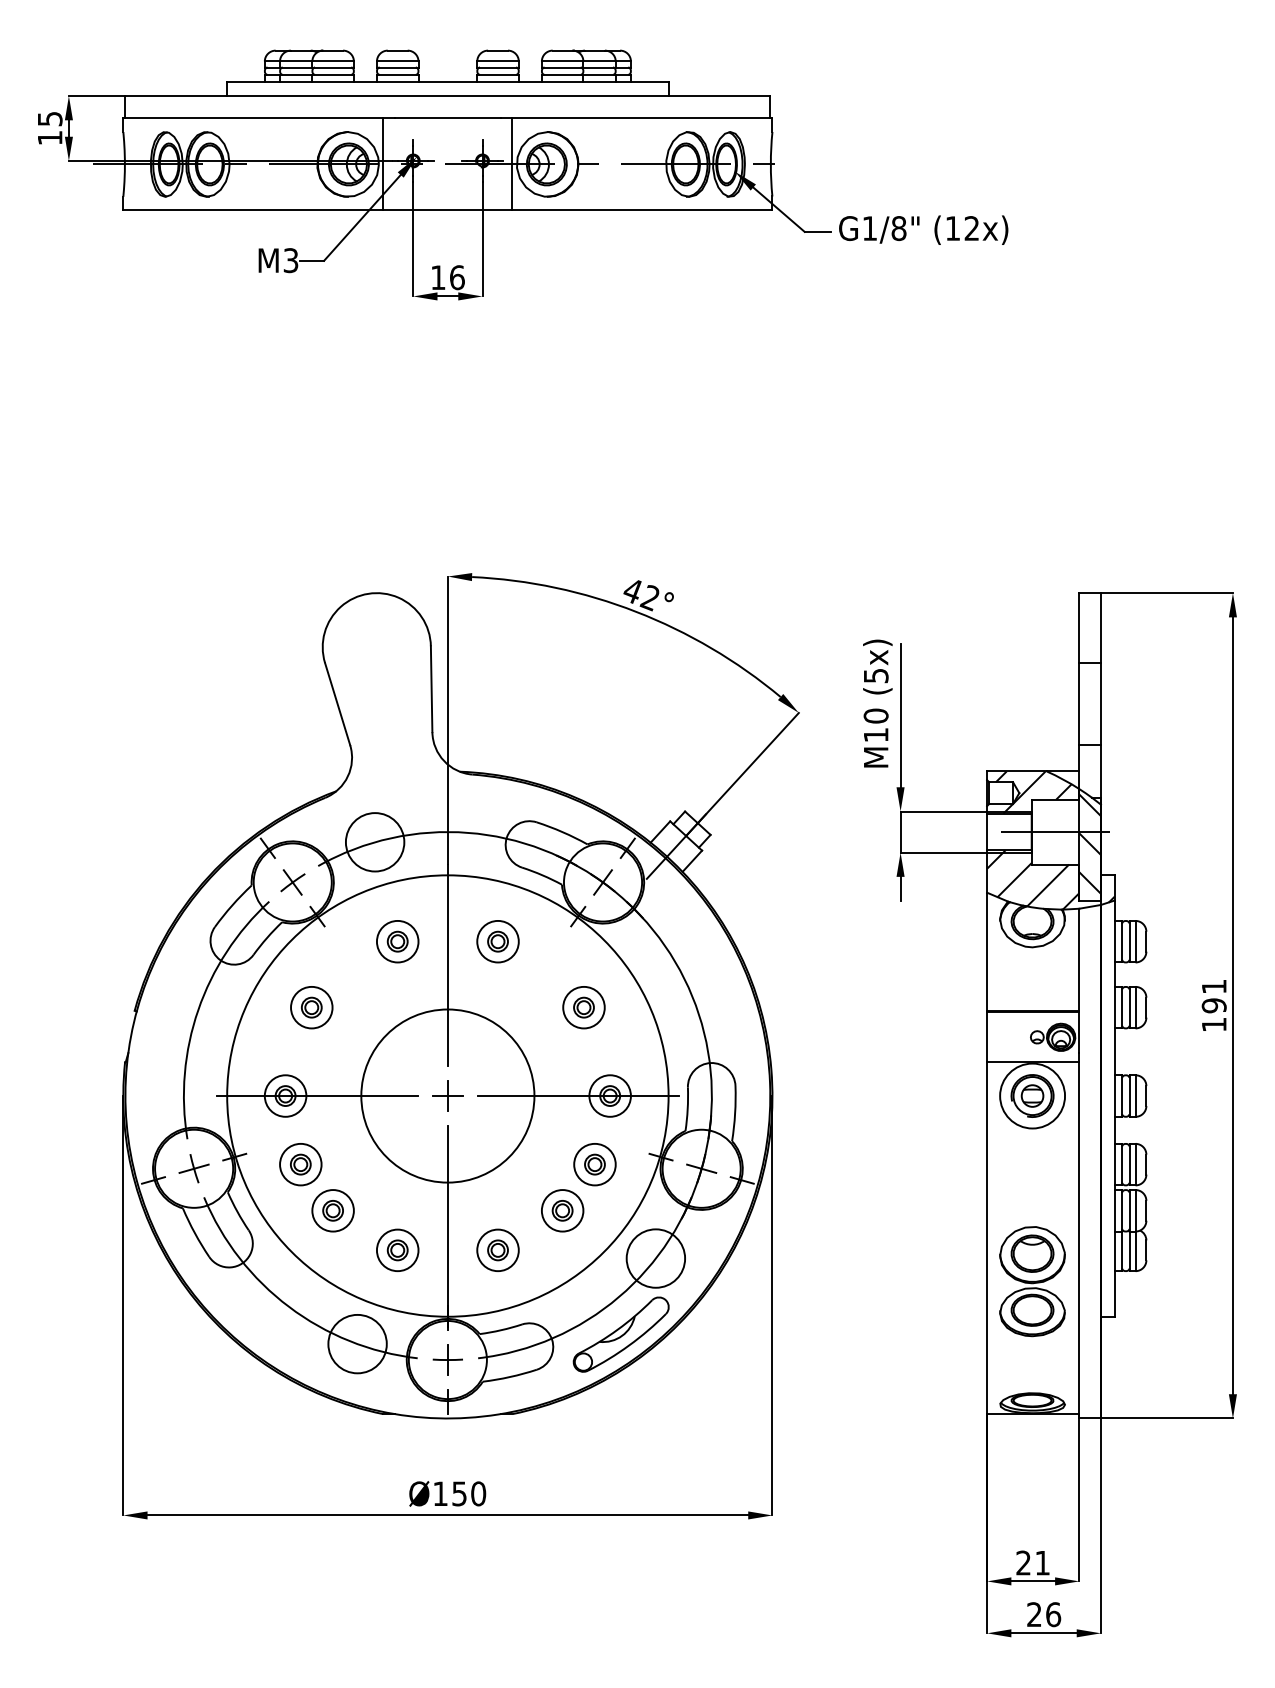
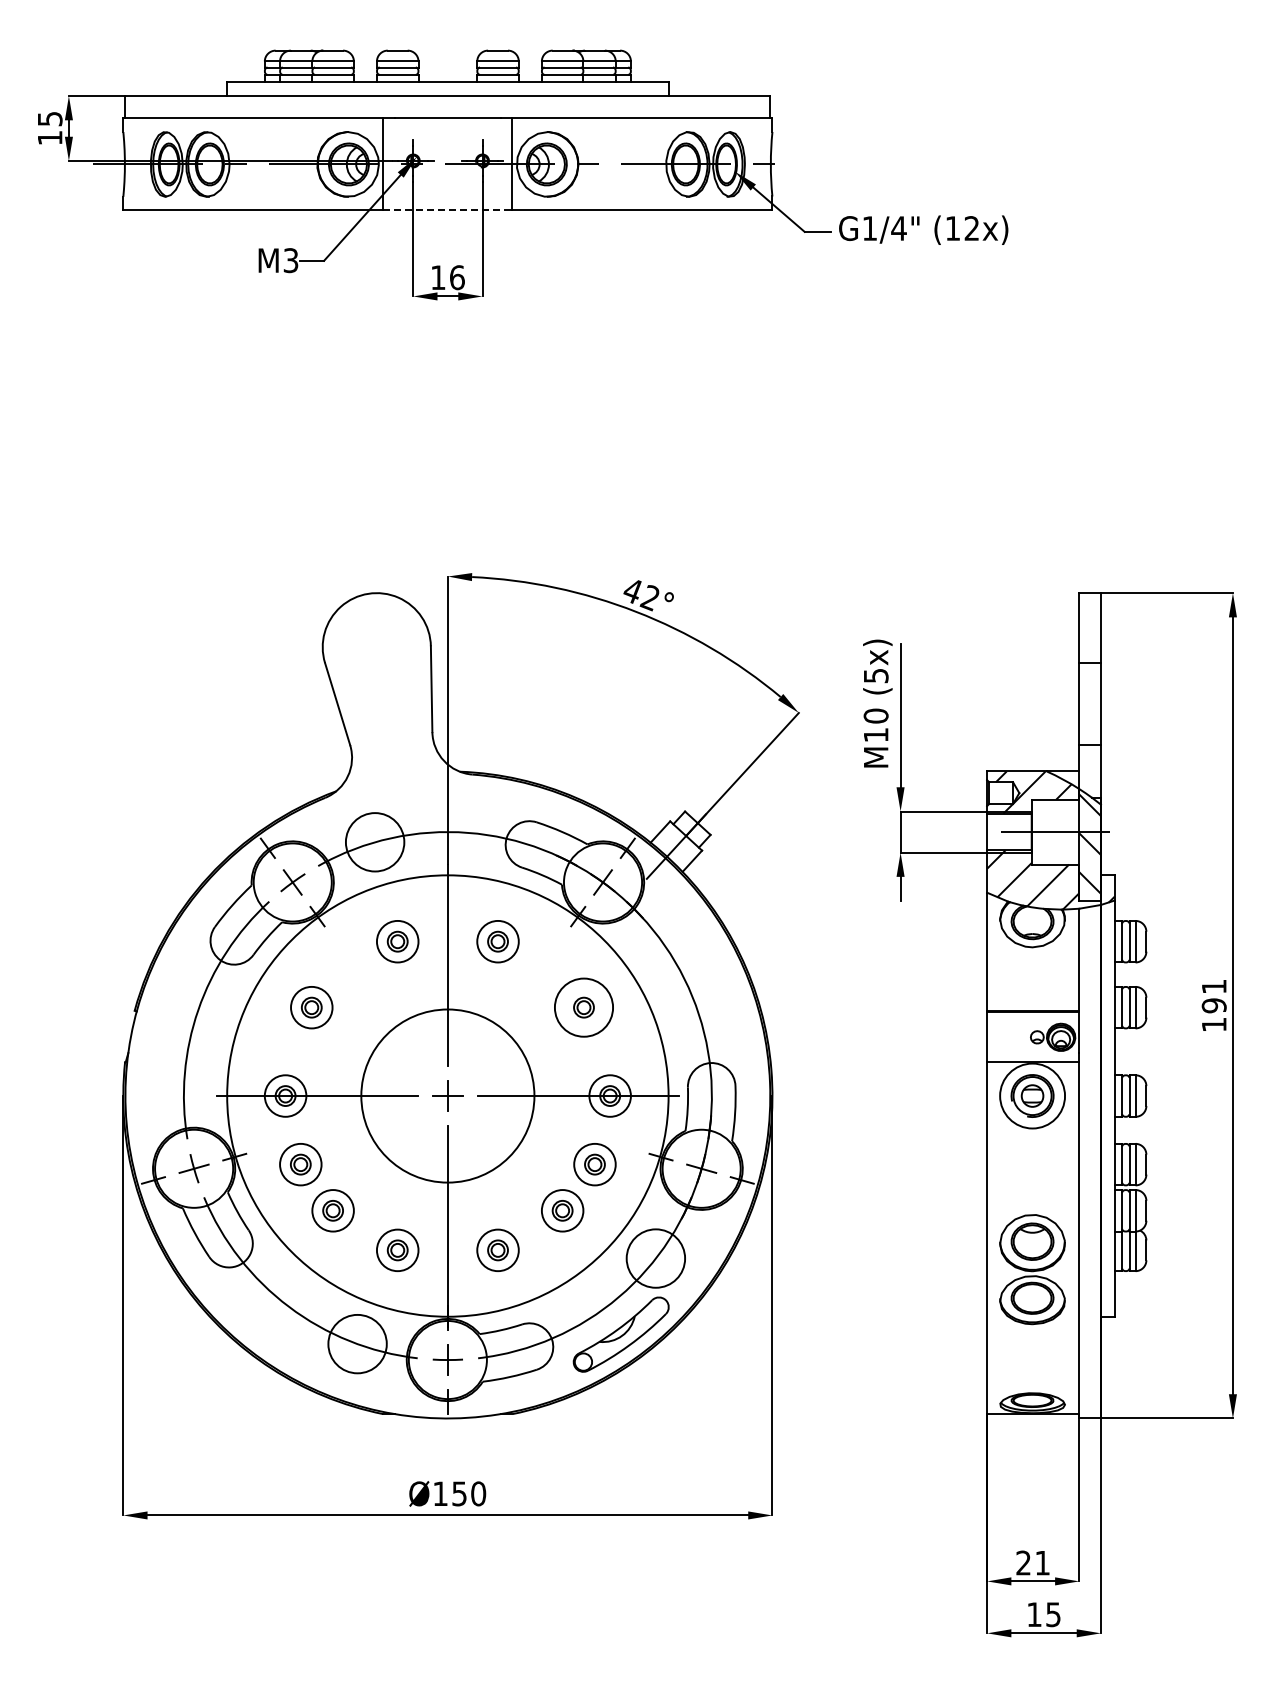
line at (447, 209): solid -> dashed
text at (898, 228): G1/8" -> G1/4"
circle at (583, 1007) diameter: 42 px -> 58 px
part at (1032, 1281) position: (1032, 1281) -> (1032, 1269)
text at (1044, 1614): 26 -> 15
